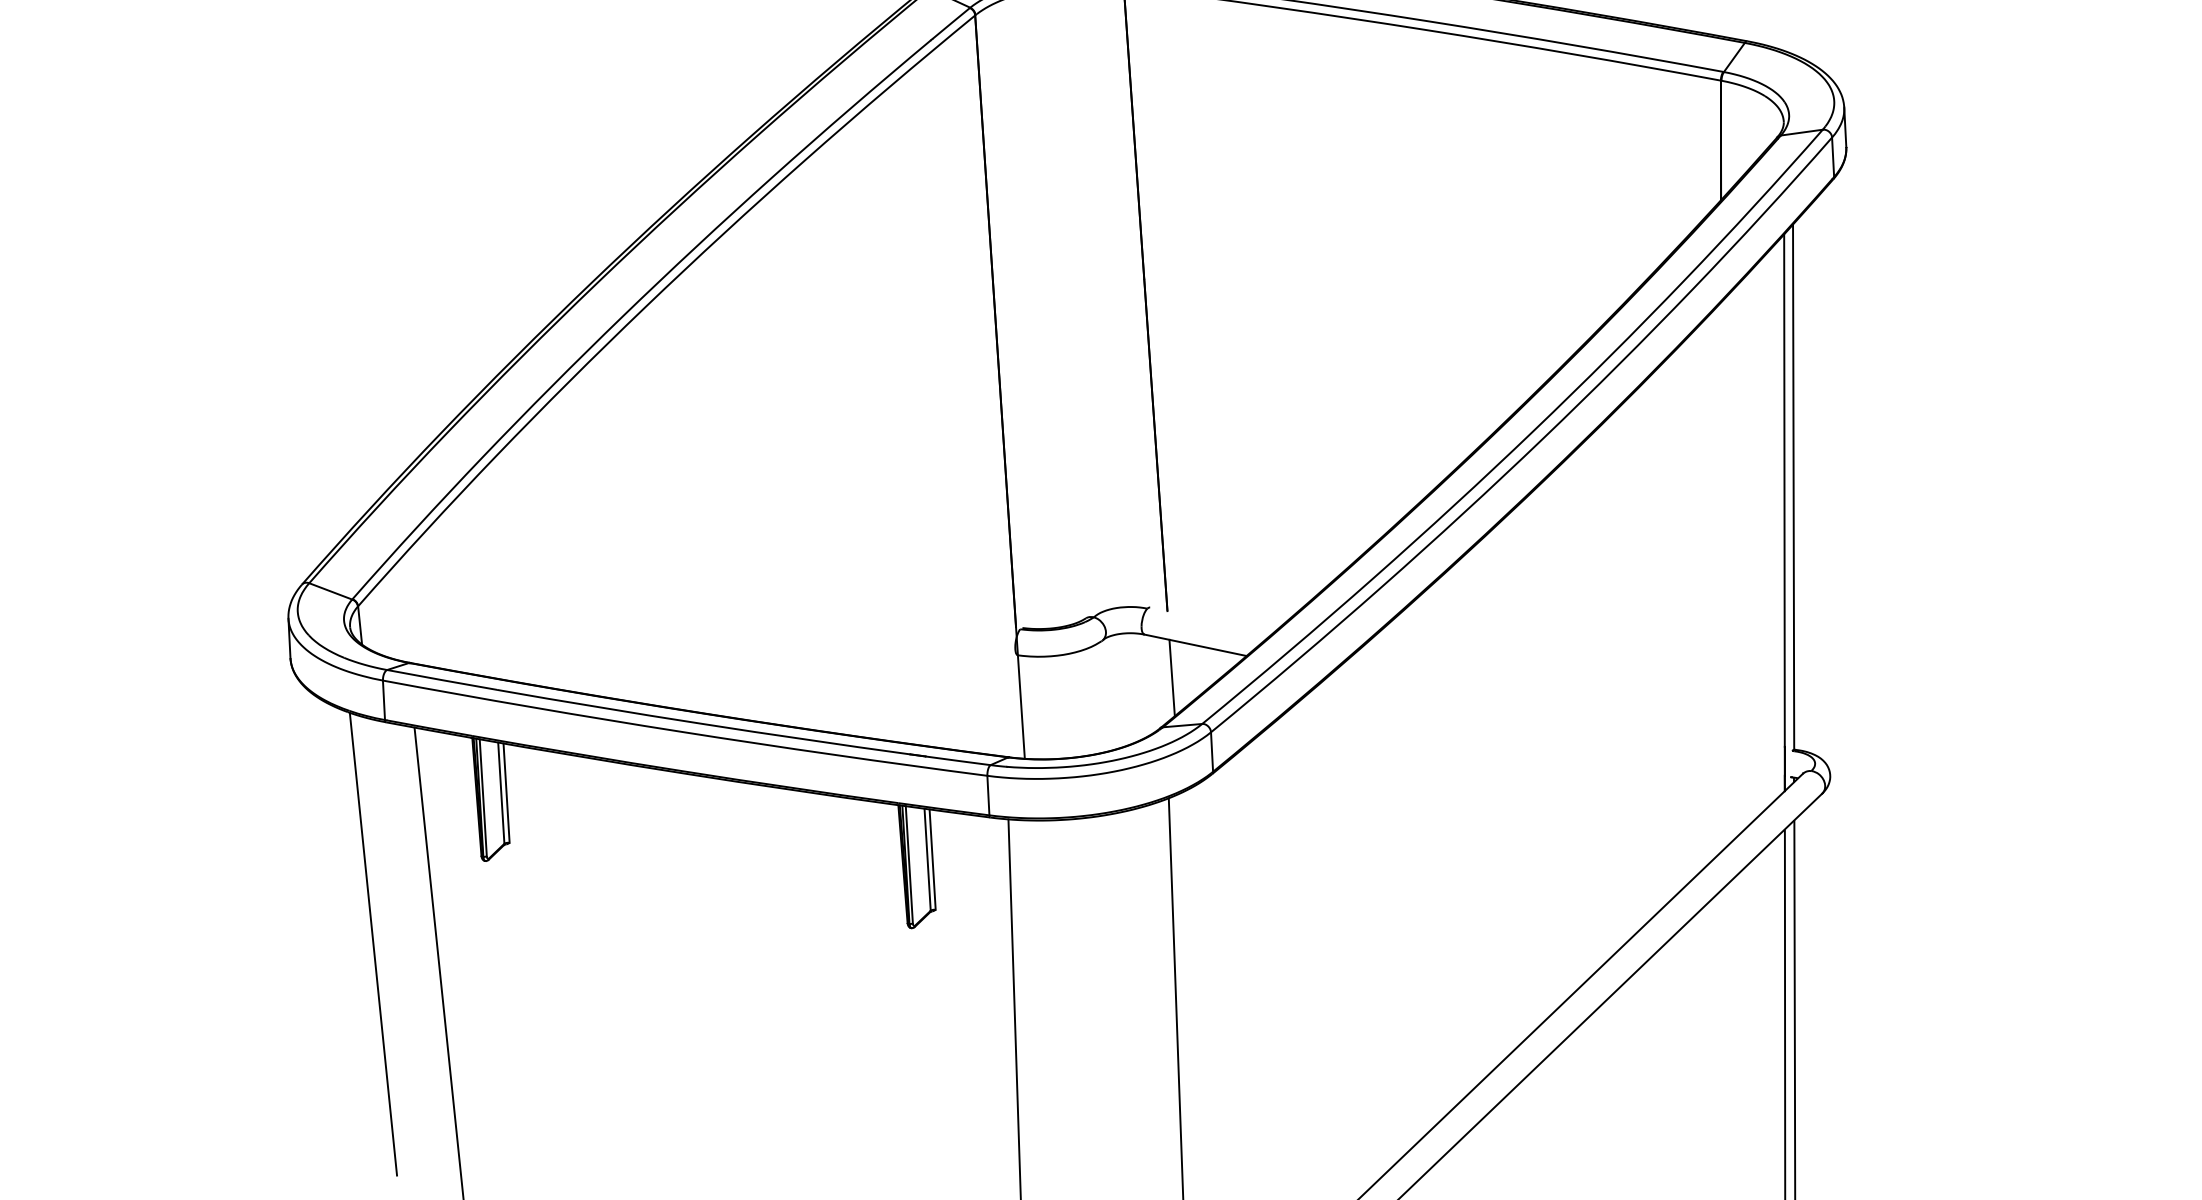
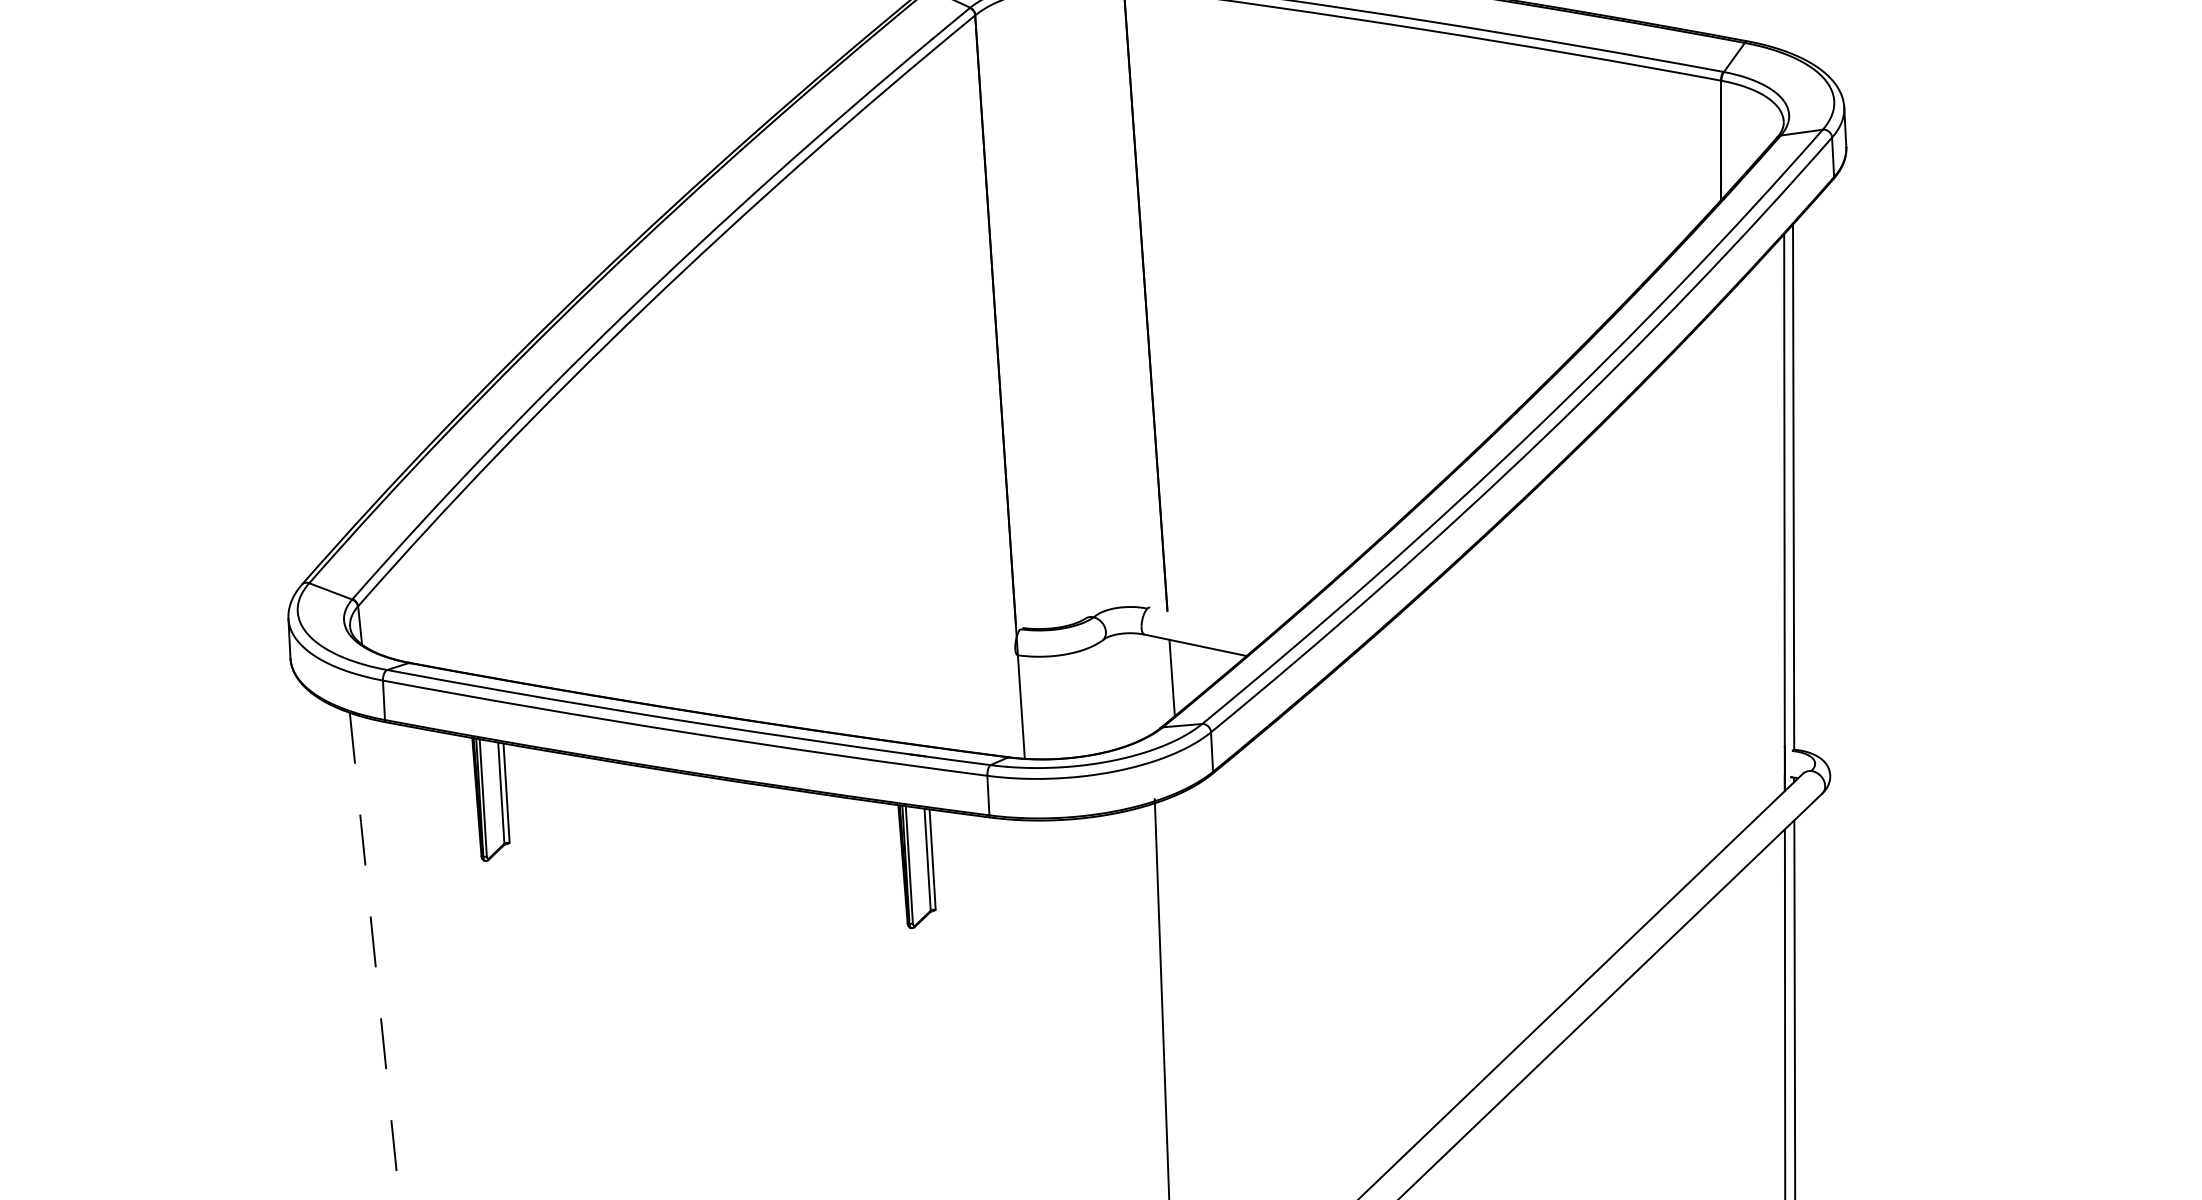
line at (373, 944): solid -> dashed
line at (438, 961): present -> none
line at (1175, 997) position: (1175, 997) -> (1161, 997)
line at (1014, 1007): present -> none
